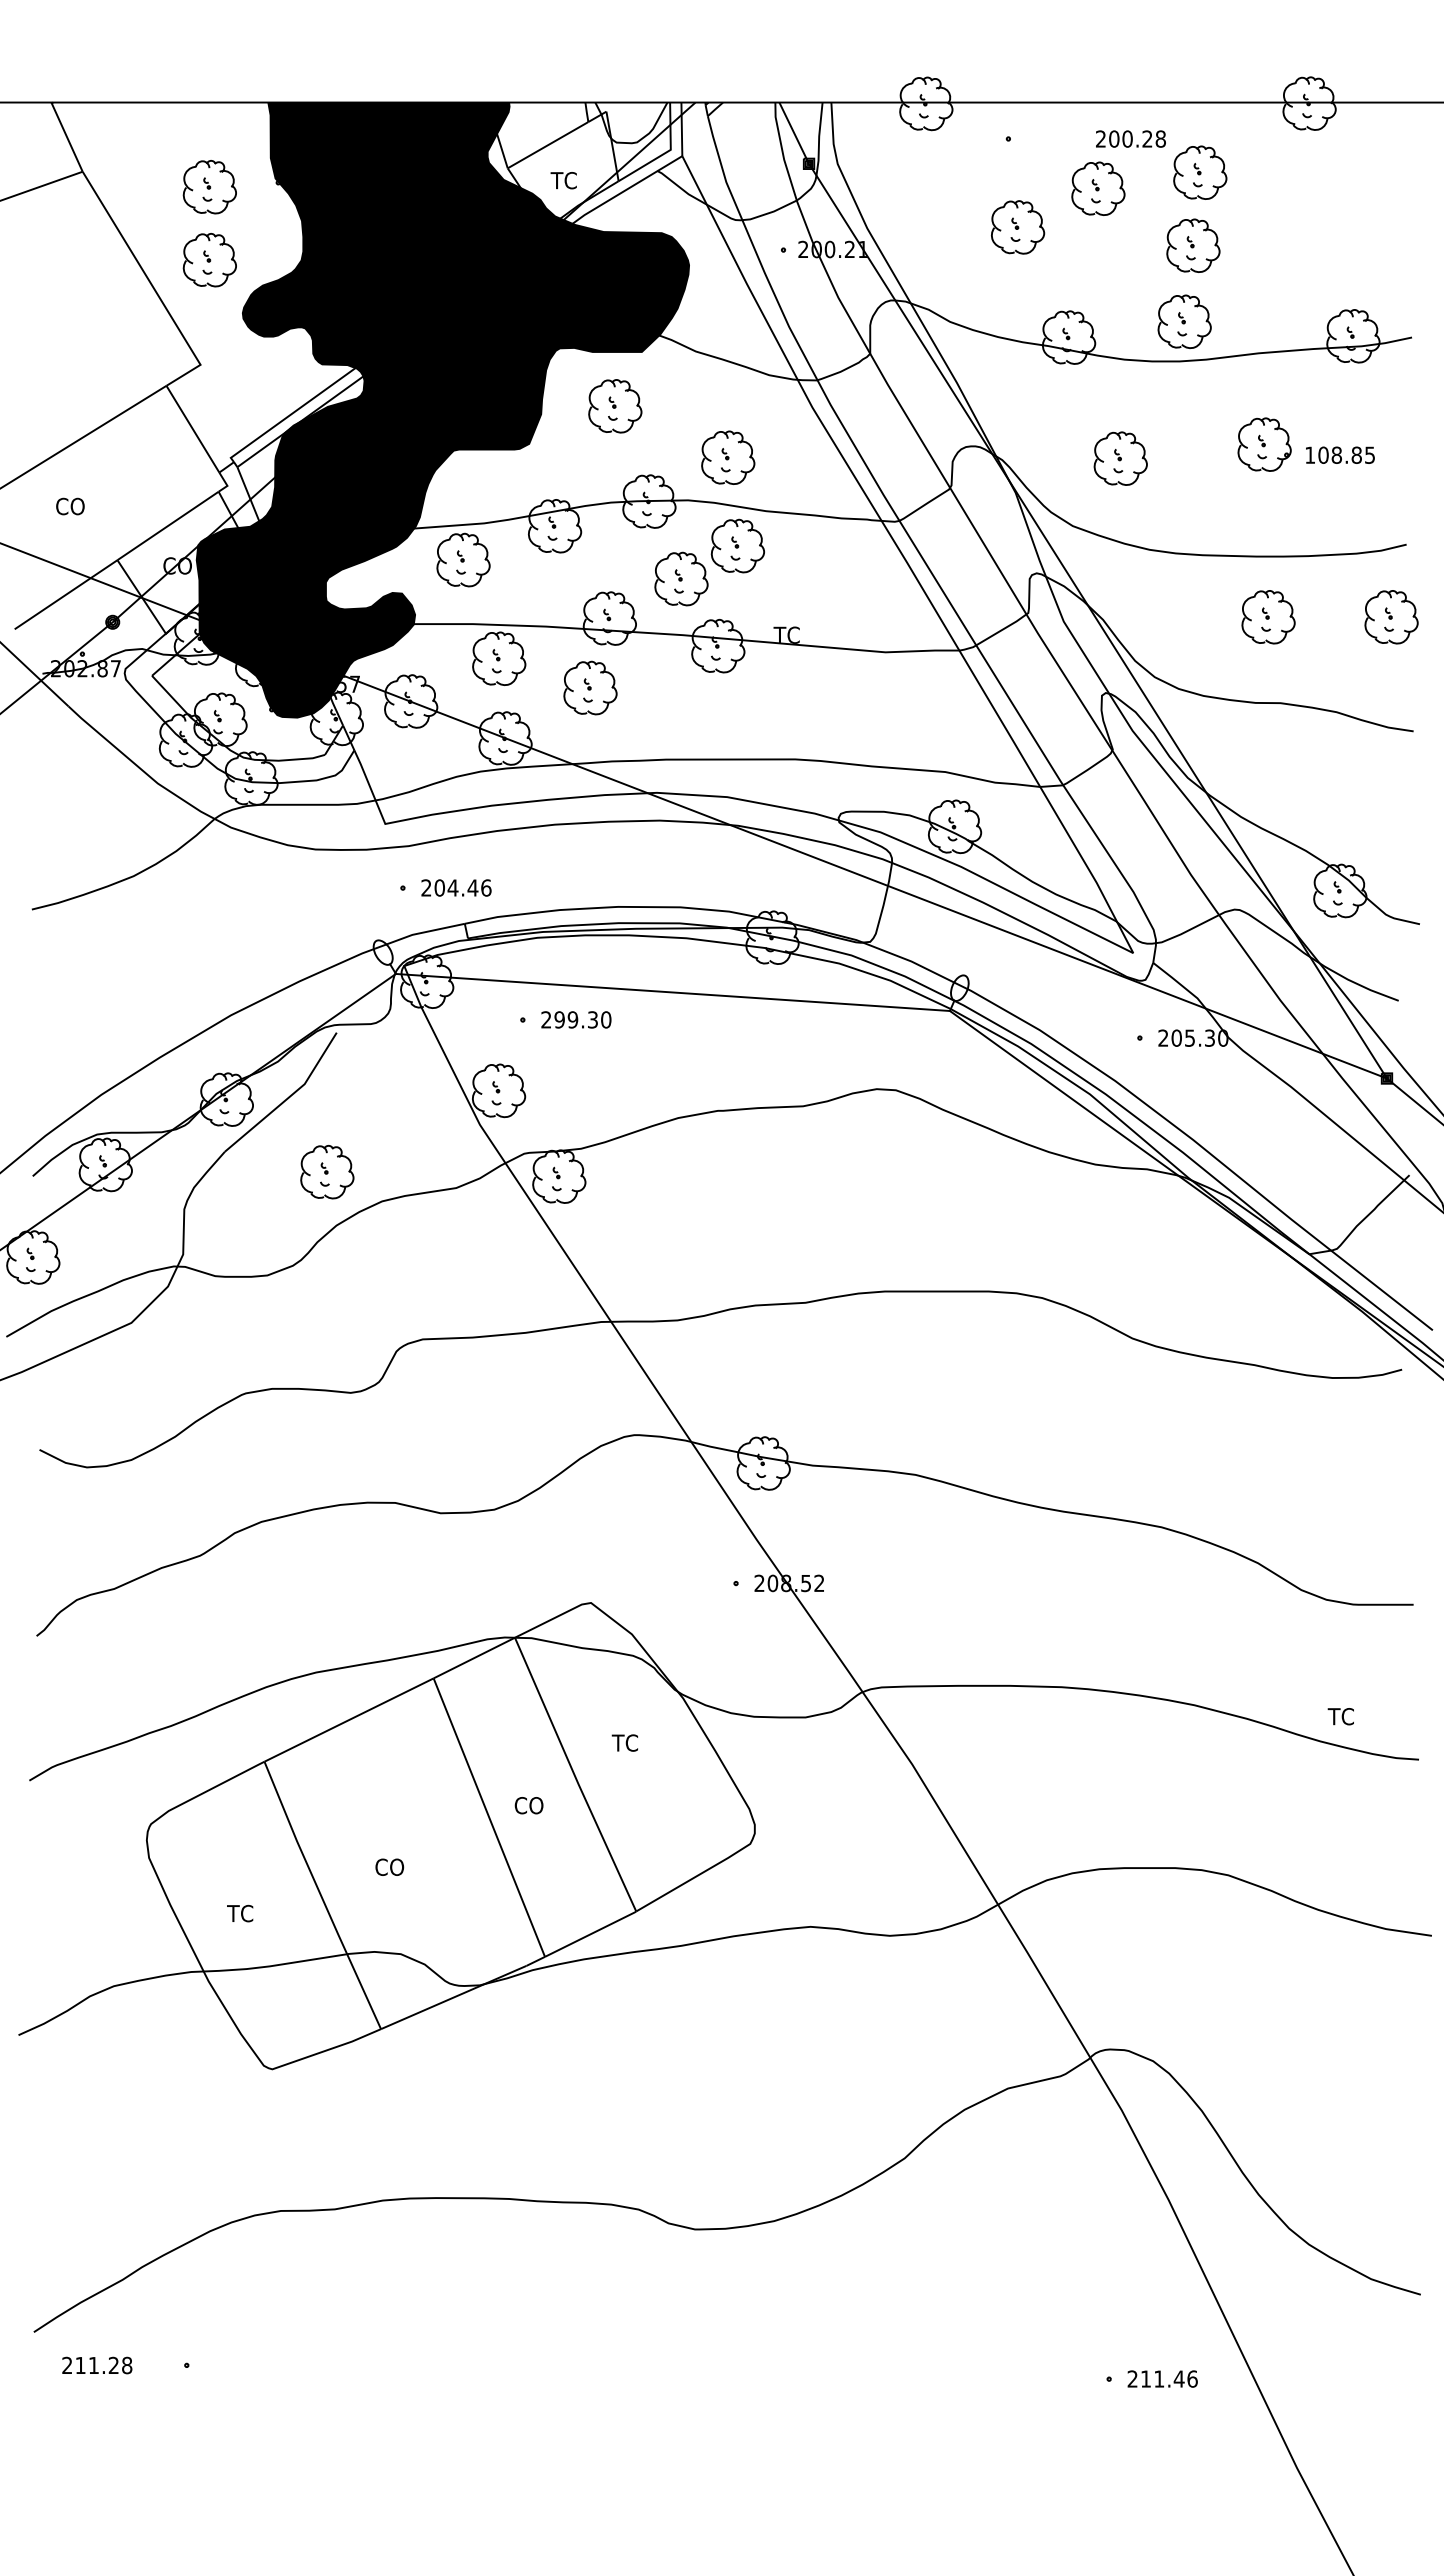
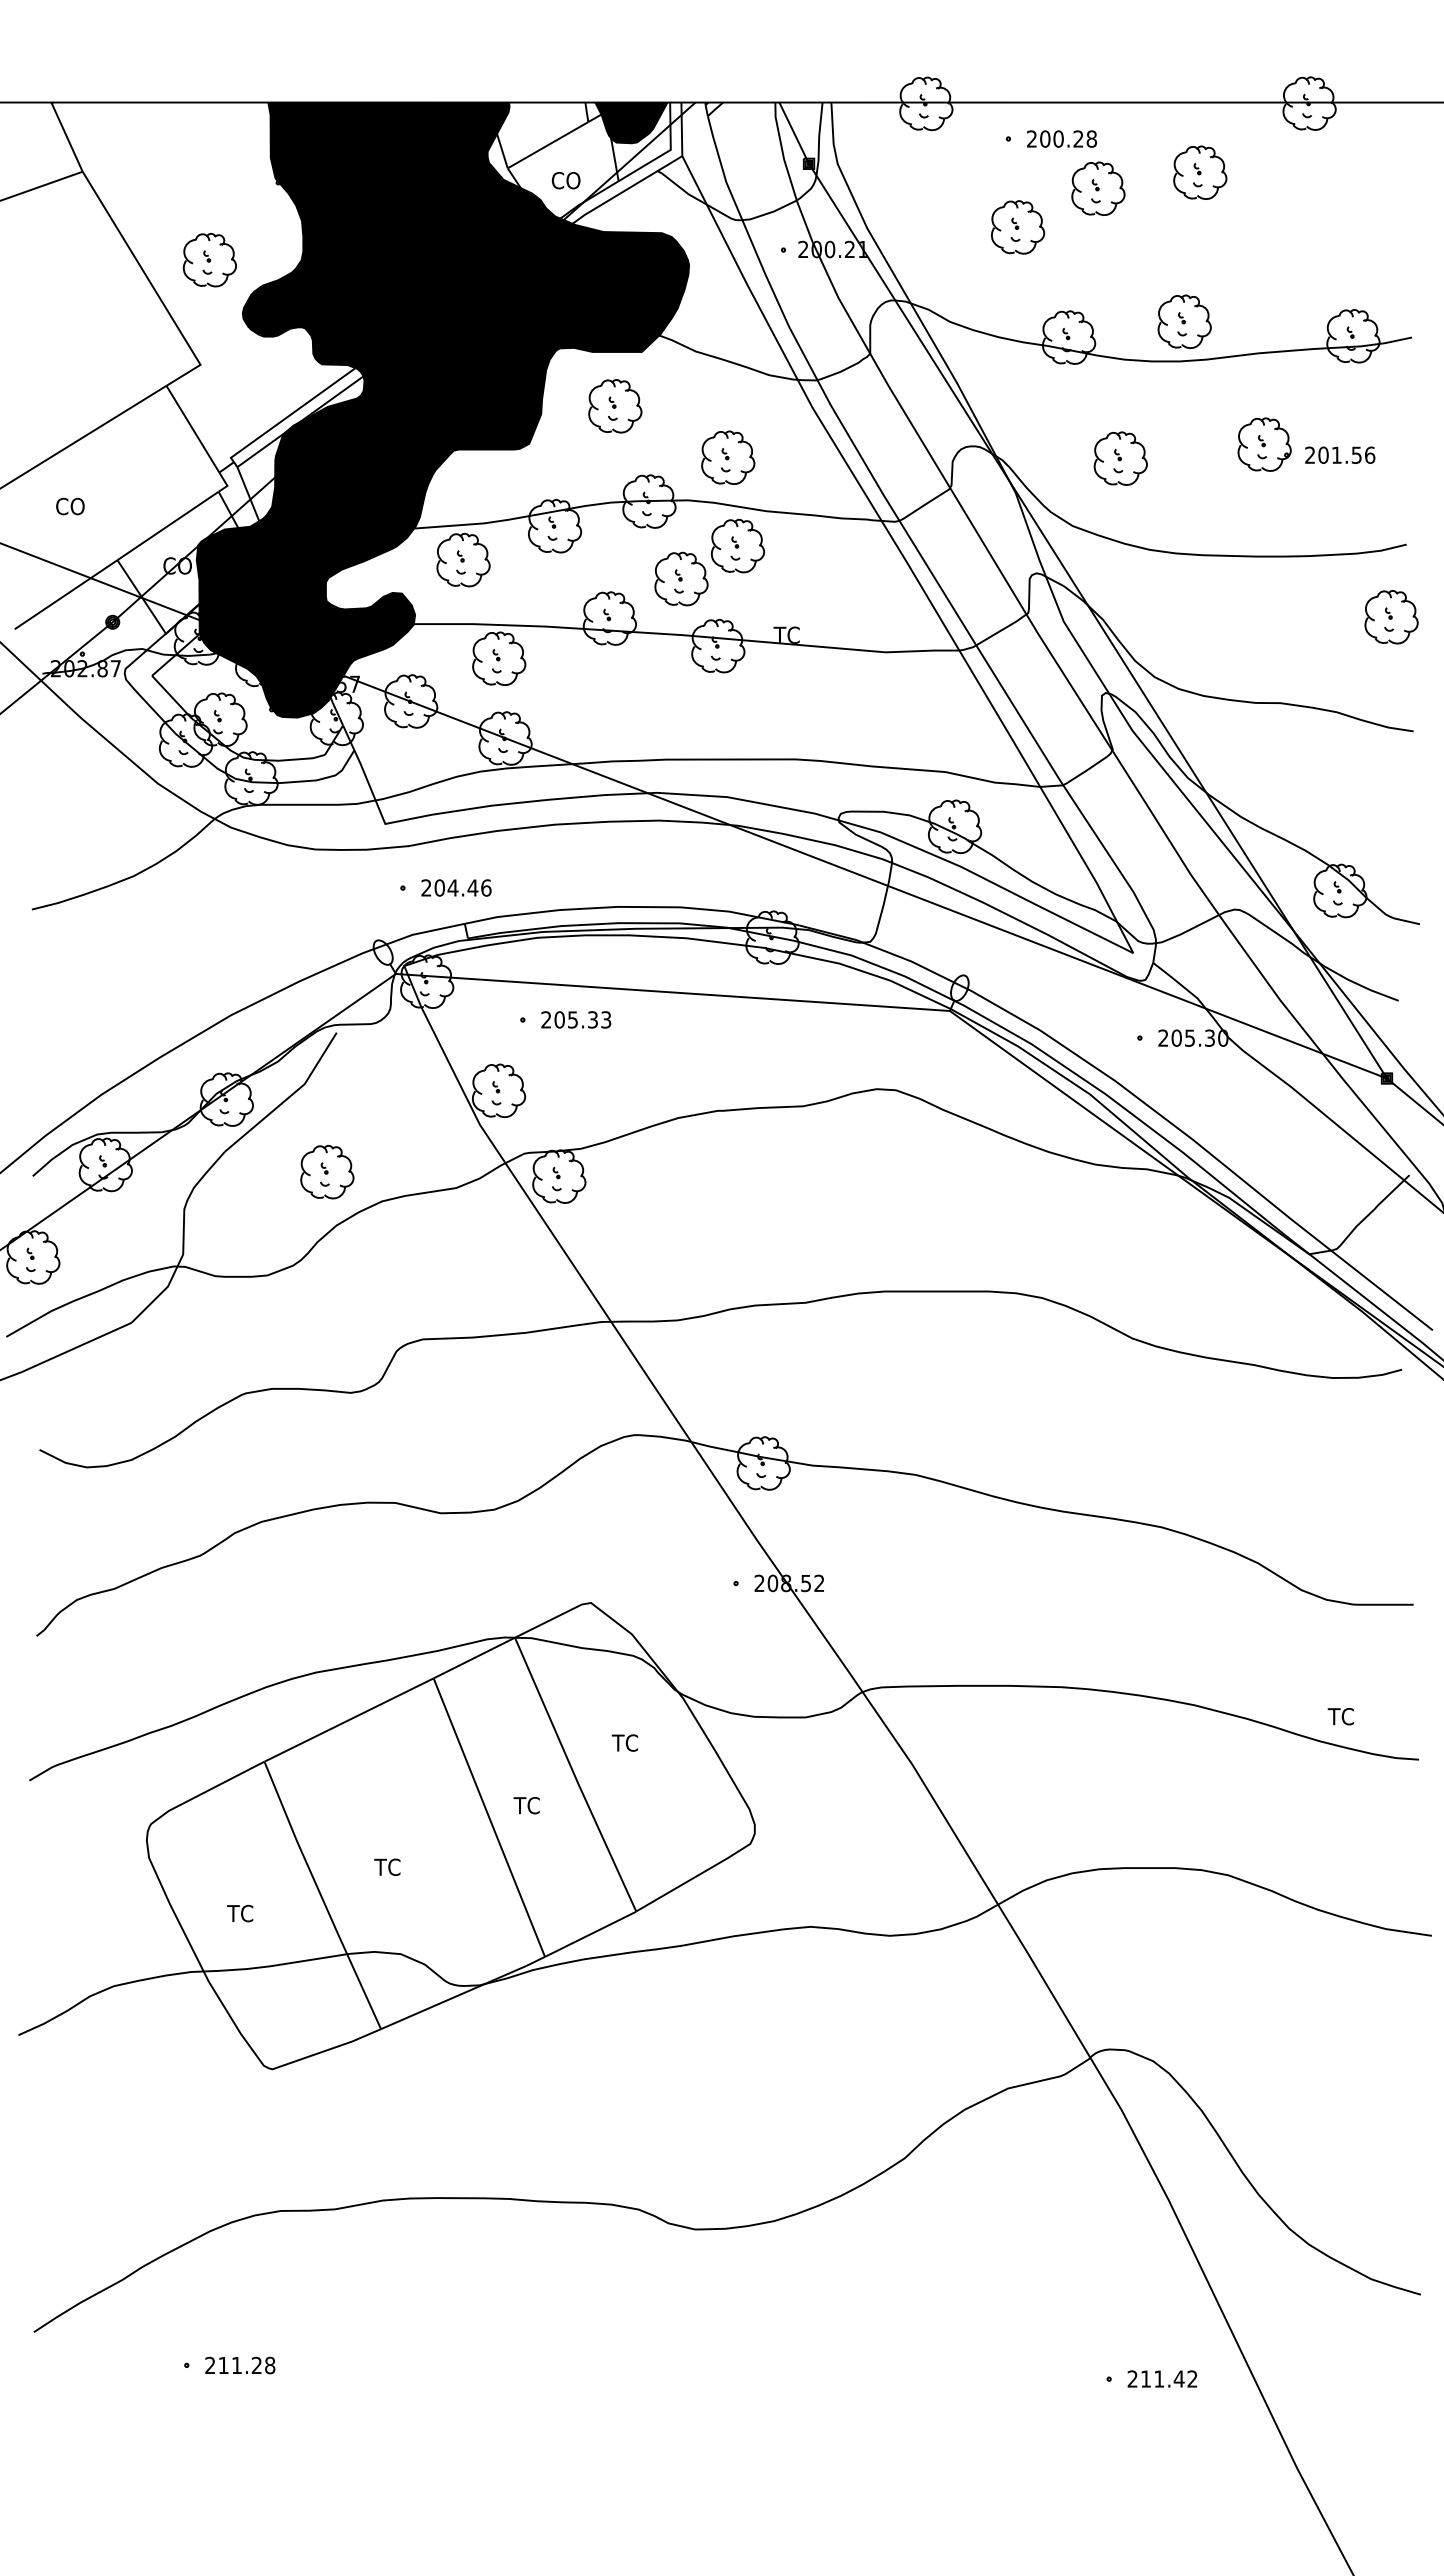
fill at (631, 122): none -> present
text at (1130, 138) position: (1130, 138) -> (1061, 138)
text at (565, 180): TC -> CO
part at (209, 187): present -> none
part at (1193, 245): present -> none
text at (1340, 454): 108.85 -> 201.56
part at (1268, 617): present -> none
part at (590, 687): present -> none
text at (582, 1019): 299.30 -> 205.33
text at (528, 1805): CO -> TC
text at (389, 1866): CO -> TC
text at (97, 2365) position: (97, 2365) -> (240, 2365)
text at (1192, 2378): 211.46 -> 211.42
